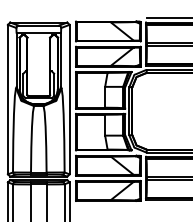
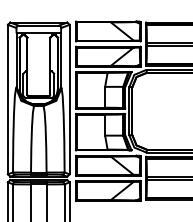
line at (167, 18): present -> none
